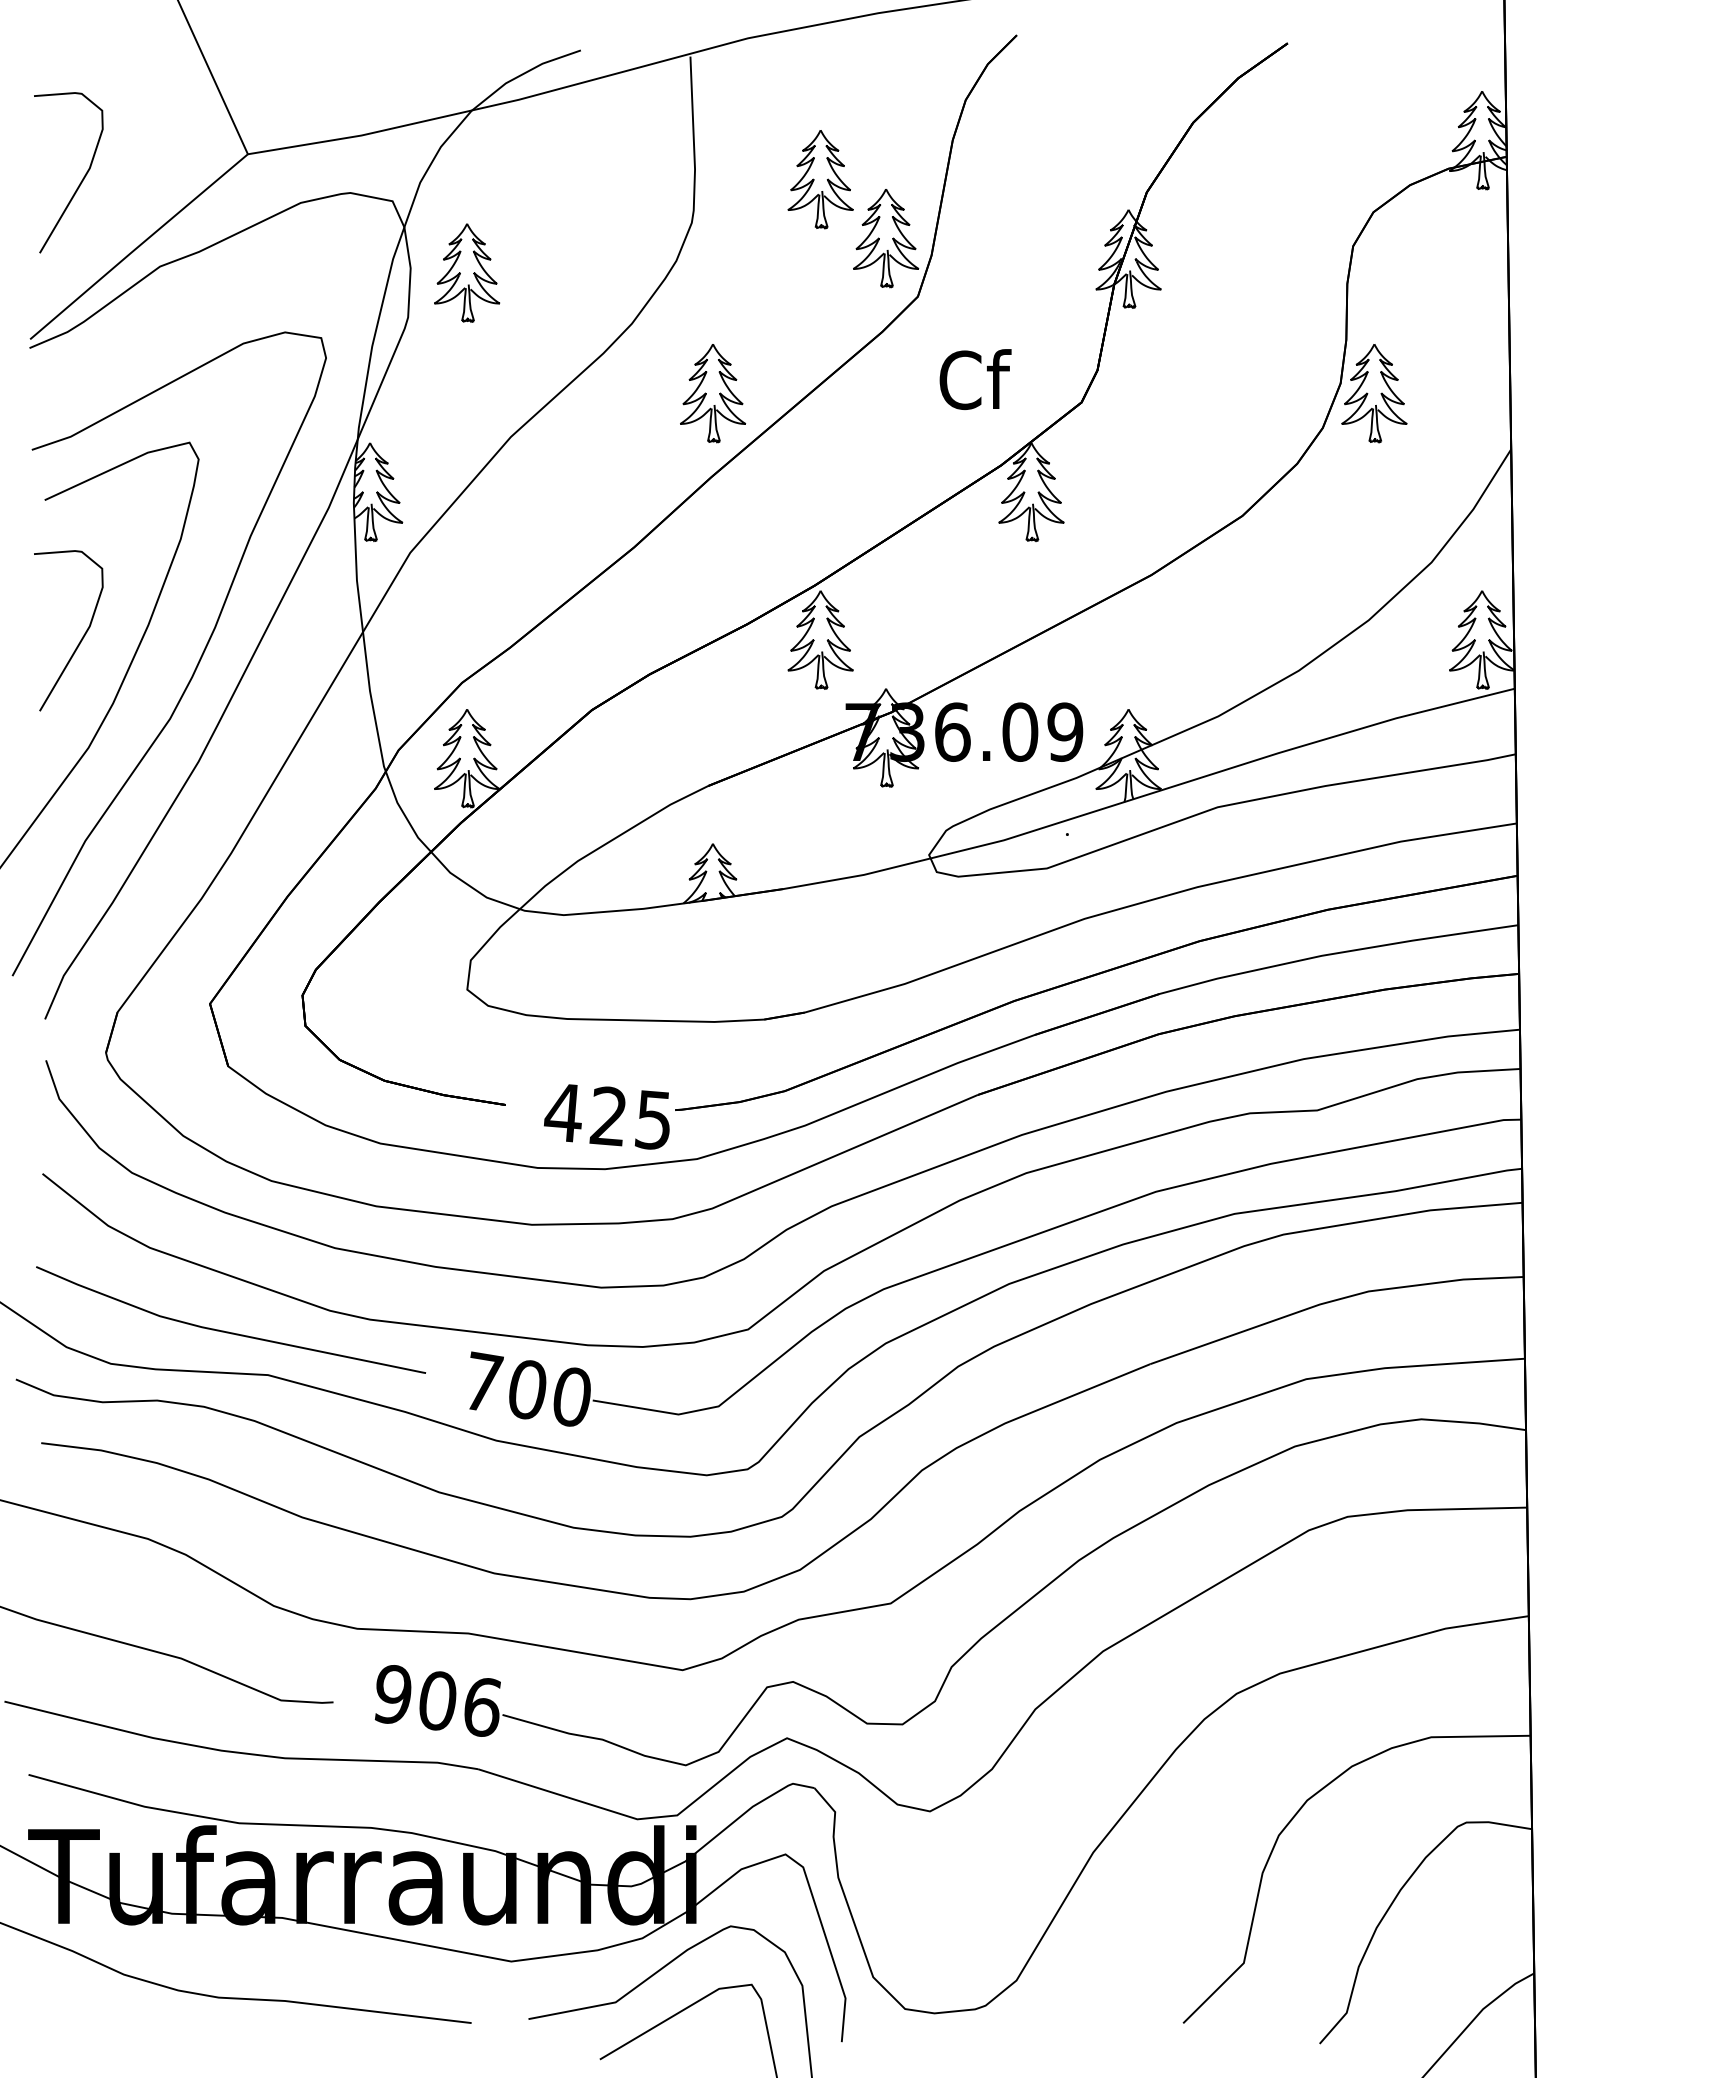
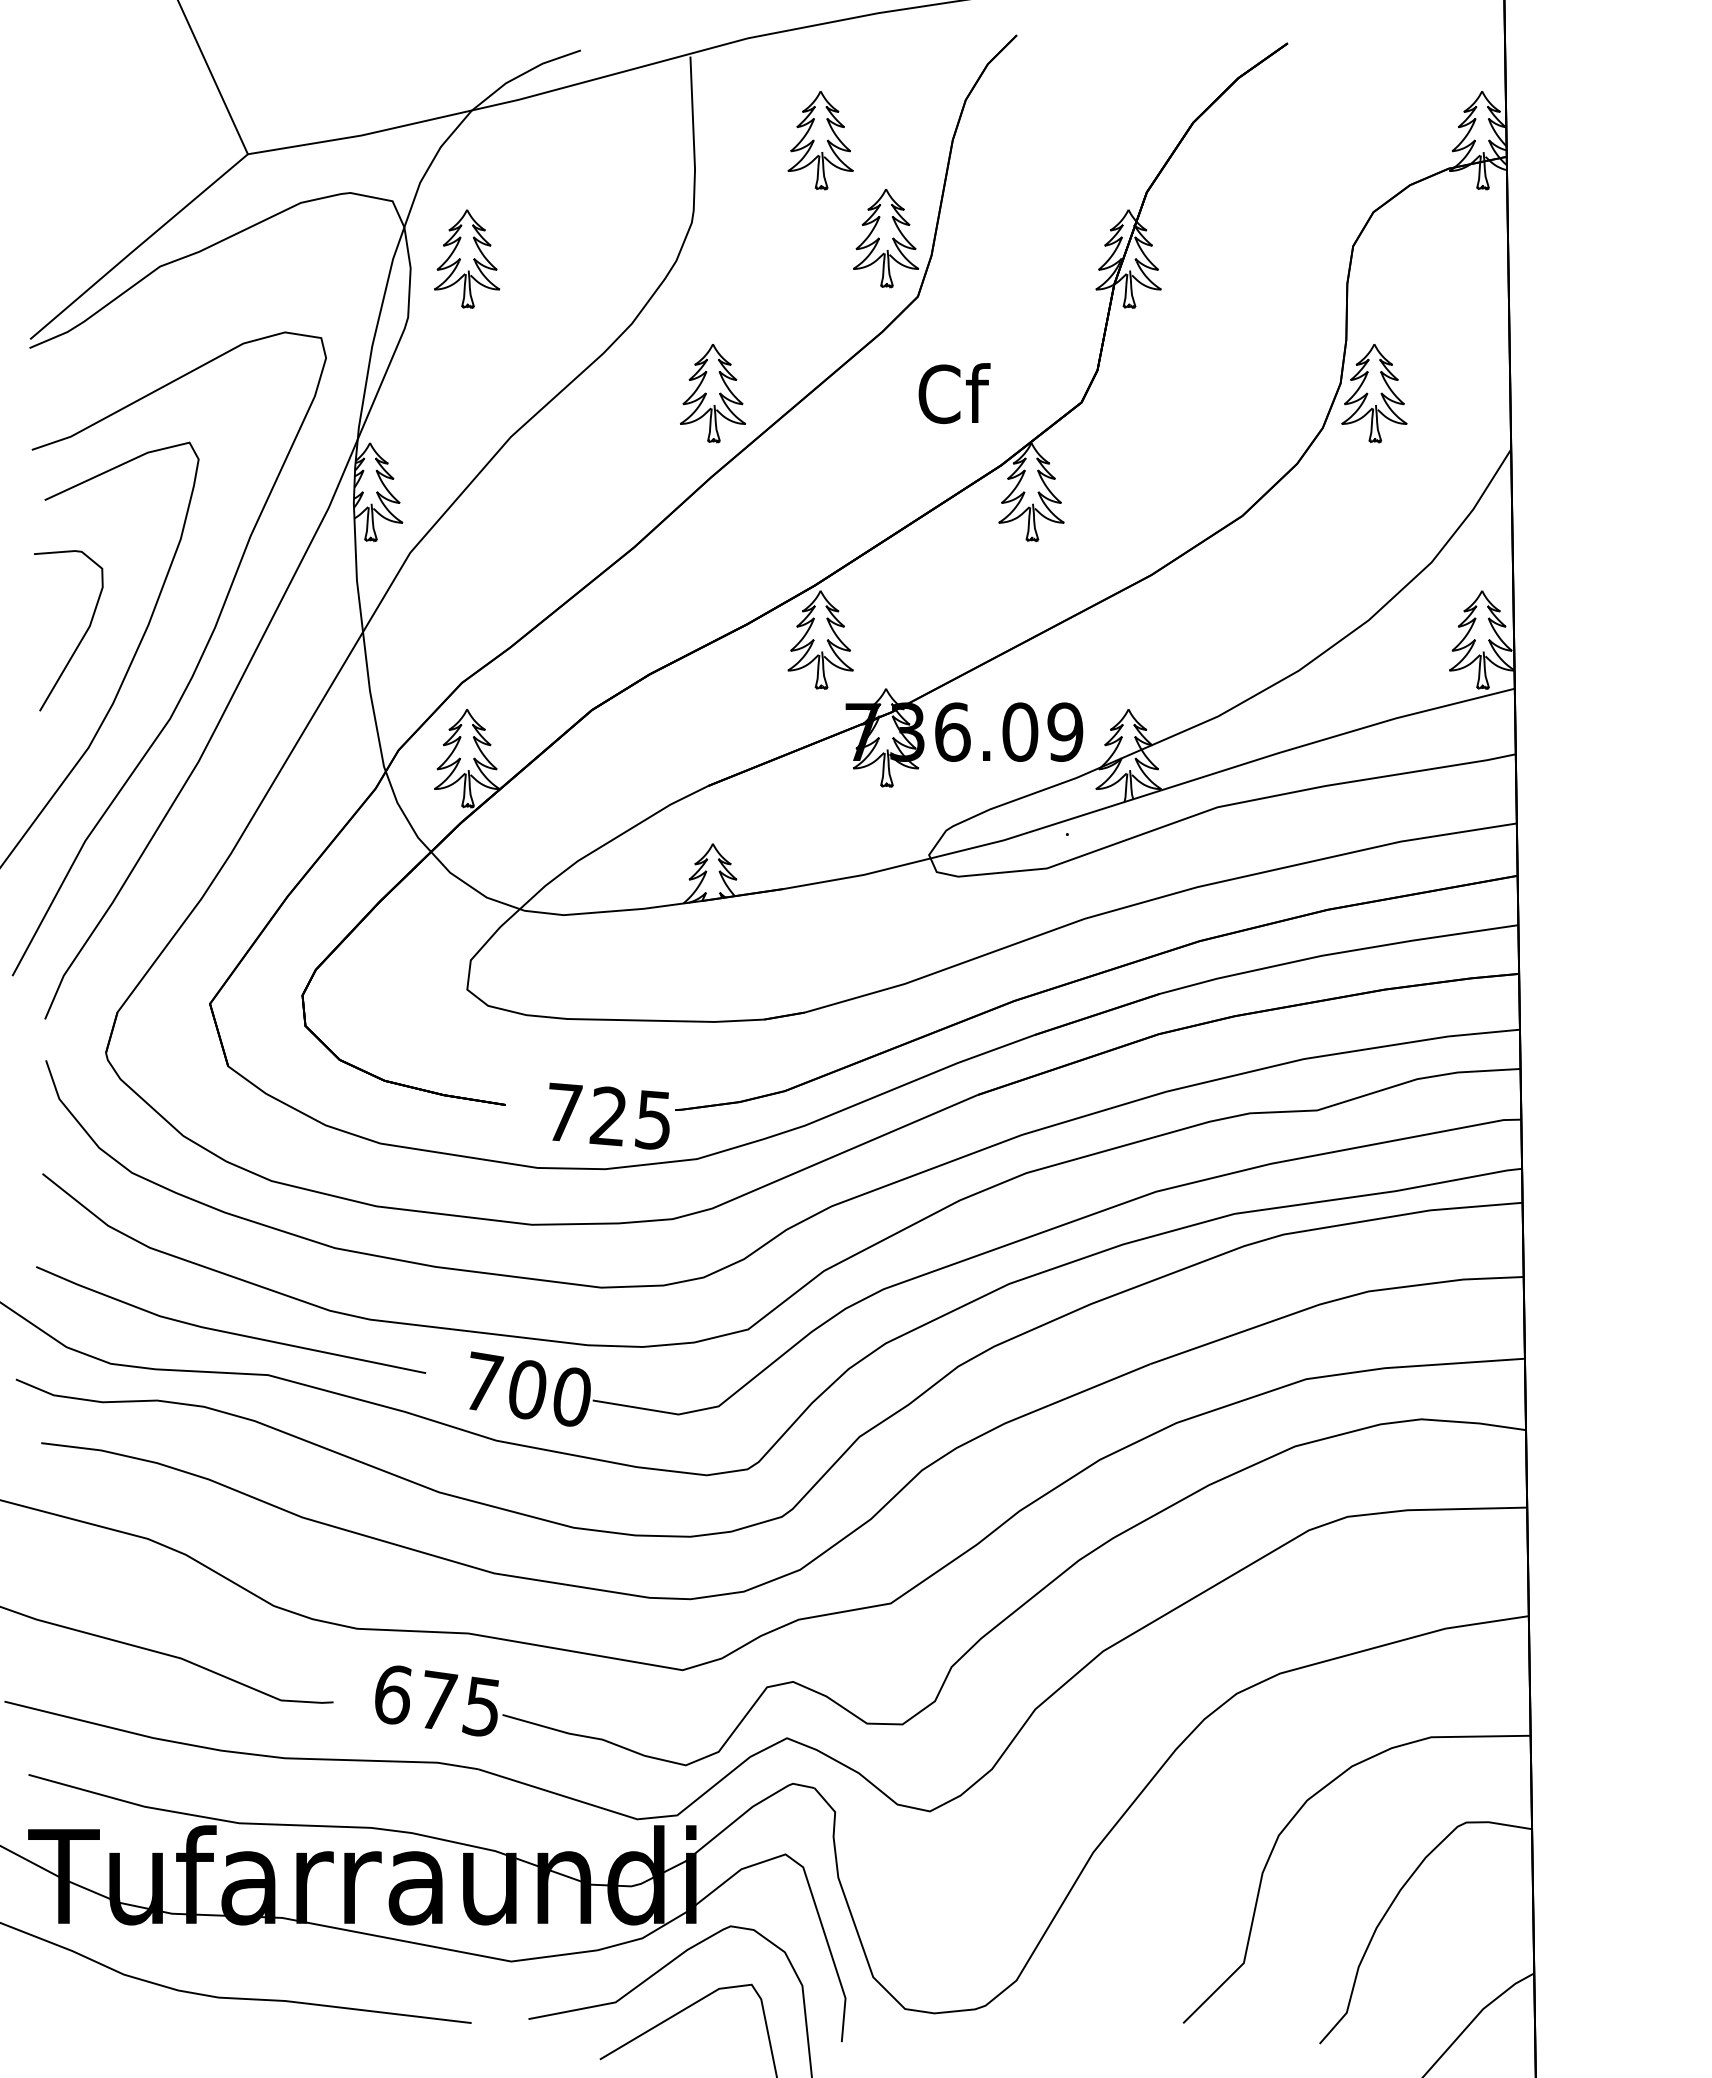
curve at (82, 178): present -> none
part at (820, 179) position: (820, 179) -> (820, 140)
part at (467, 272) position: (467, 272) -> (467, 258)
text at (975, 379) position: (975, 379) -> (954, 393)
text at (562, 1112): 425 -> 725
text at (437, 1700): 906 -> 675
